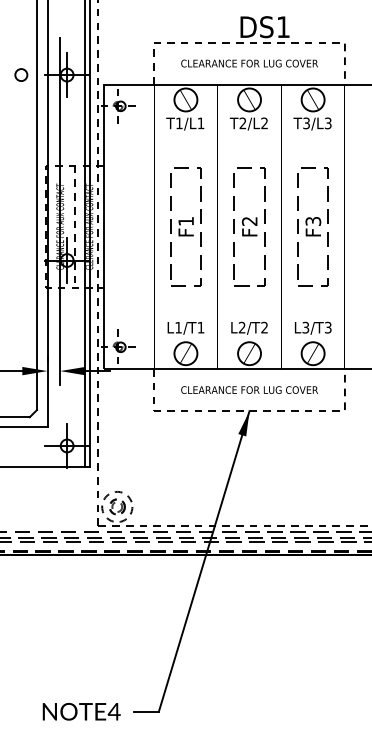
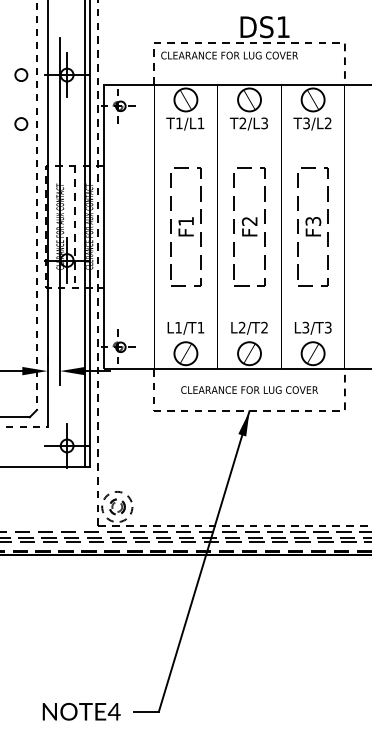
text at (249, 63) position: (249, 63) -> (229, 55)
circle at (21, 123): none -> present
text at (264, 123): T2/L2 -> T2/L3
text at (328, 123): T3/L3 -> T3/L2
line at (37, 205): solid -> dashed
line at (24, 427): solid -> dashed
